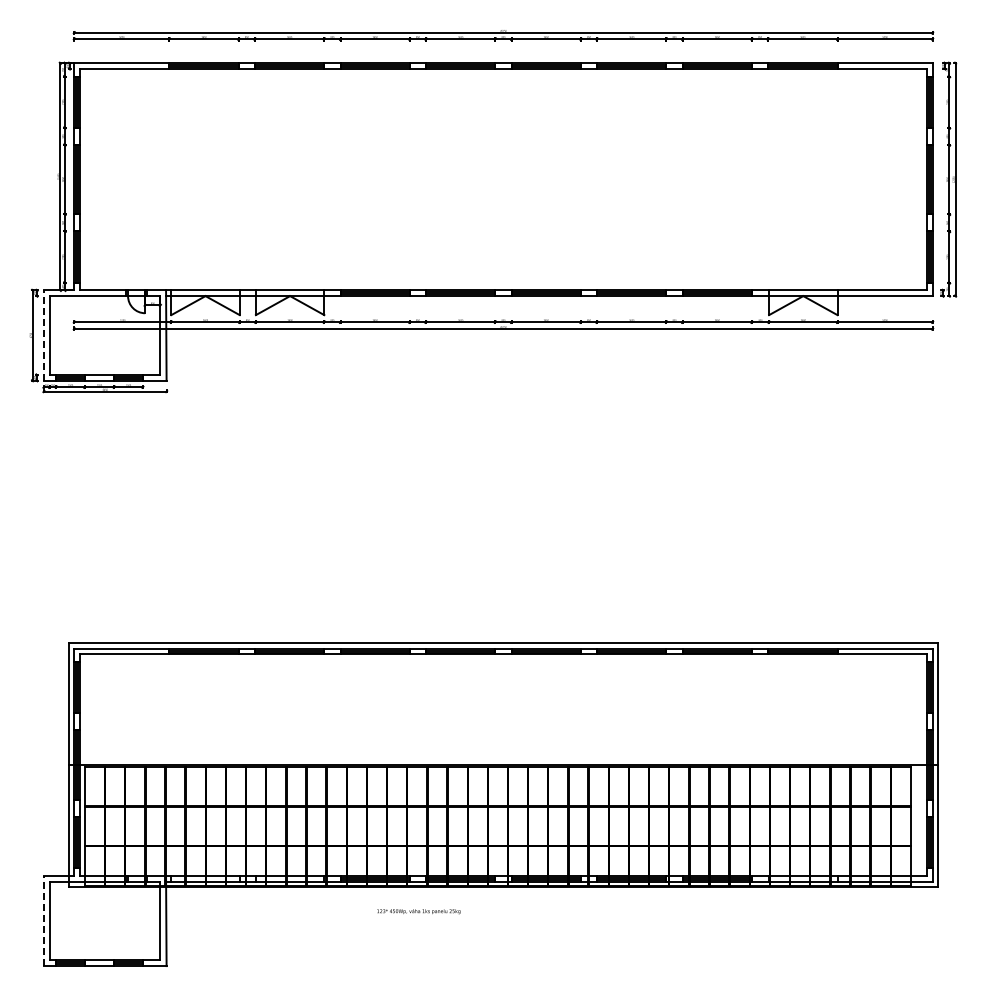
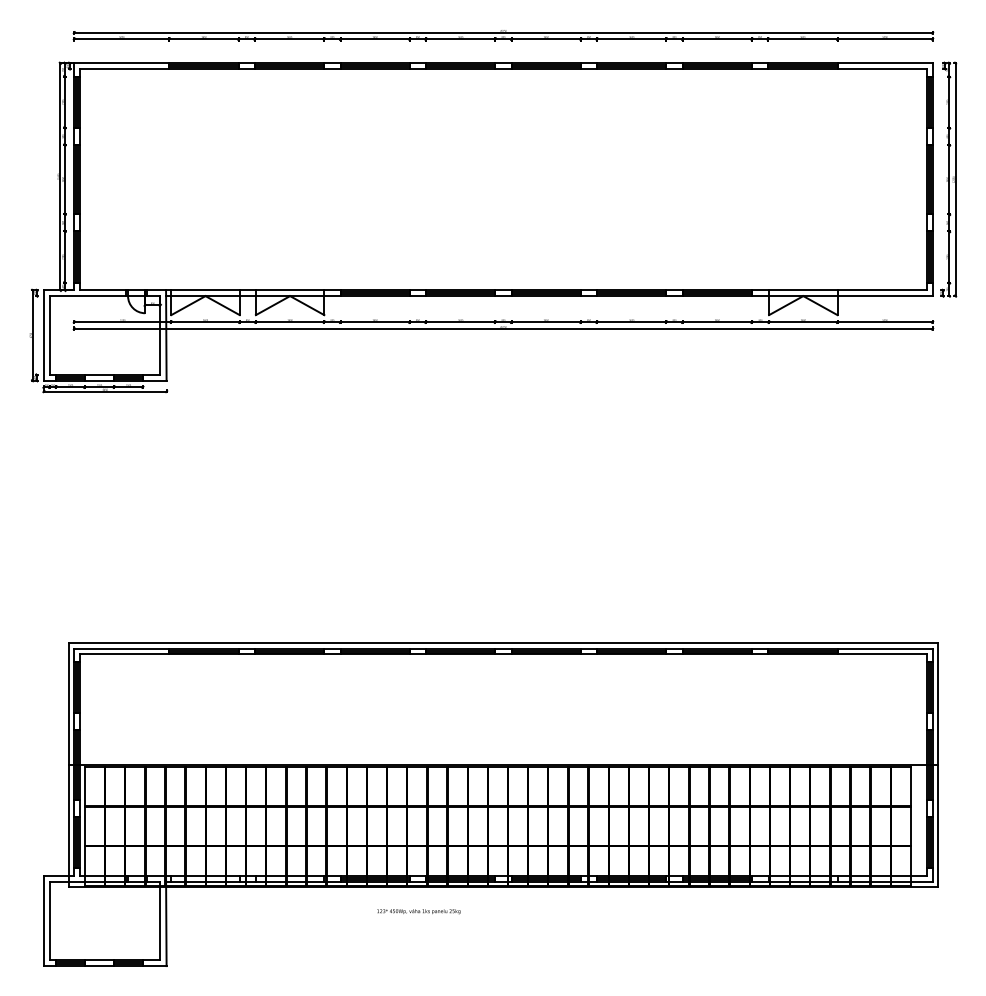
line at (43, 335): dashed -> solid
line at (43, 920): dashed -> solid
